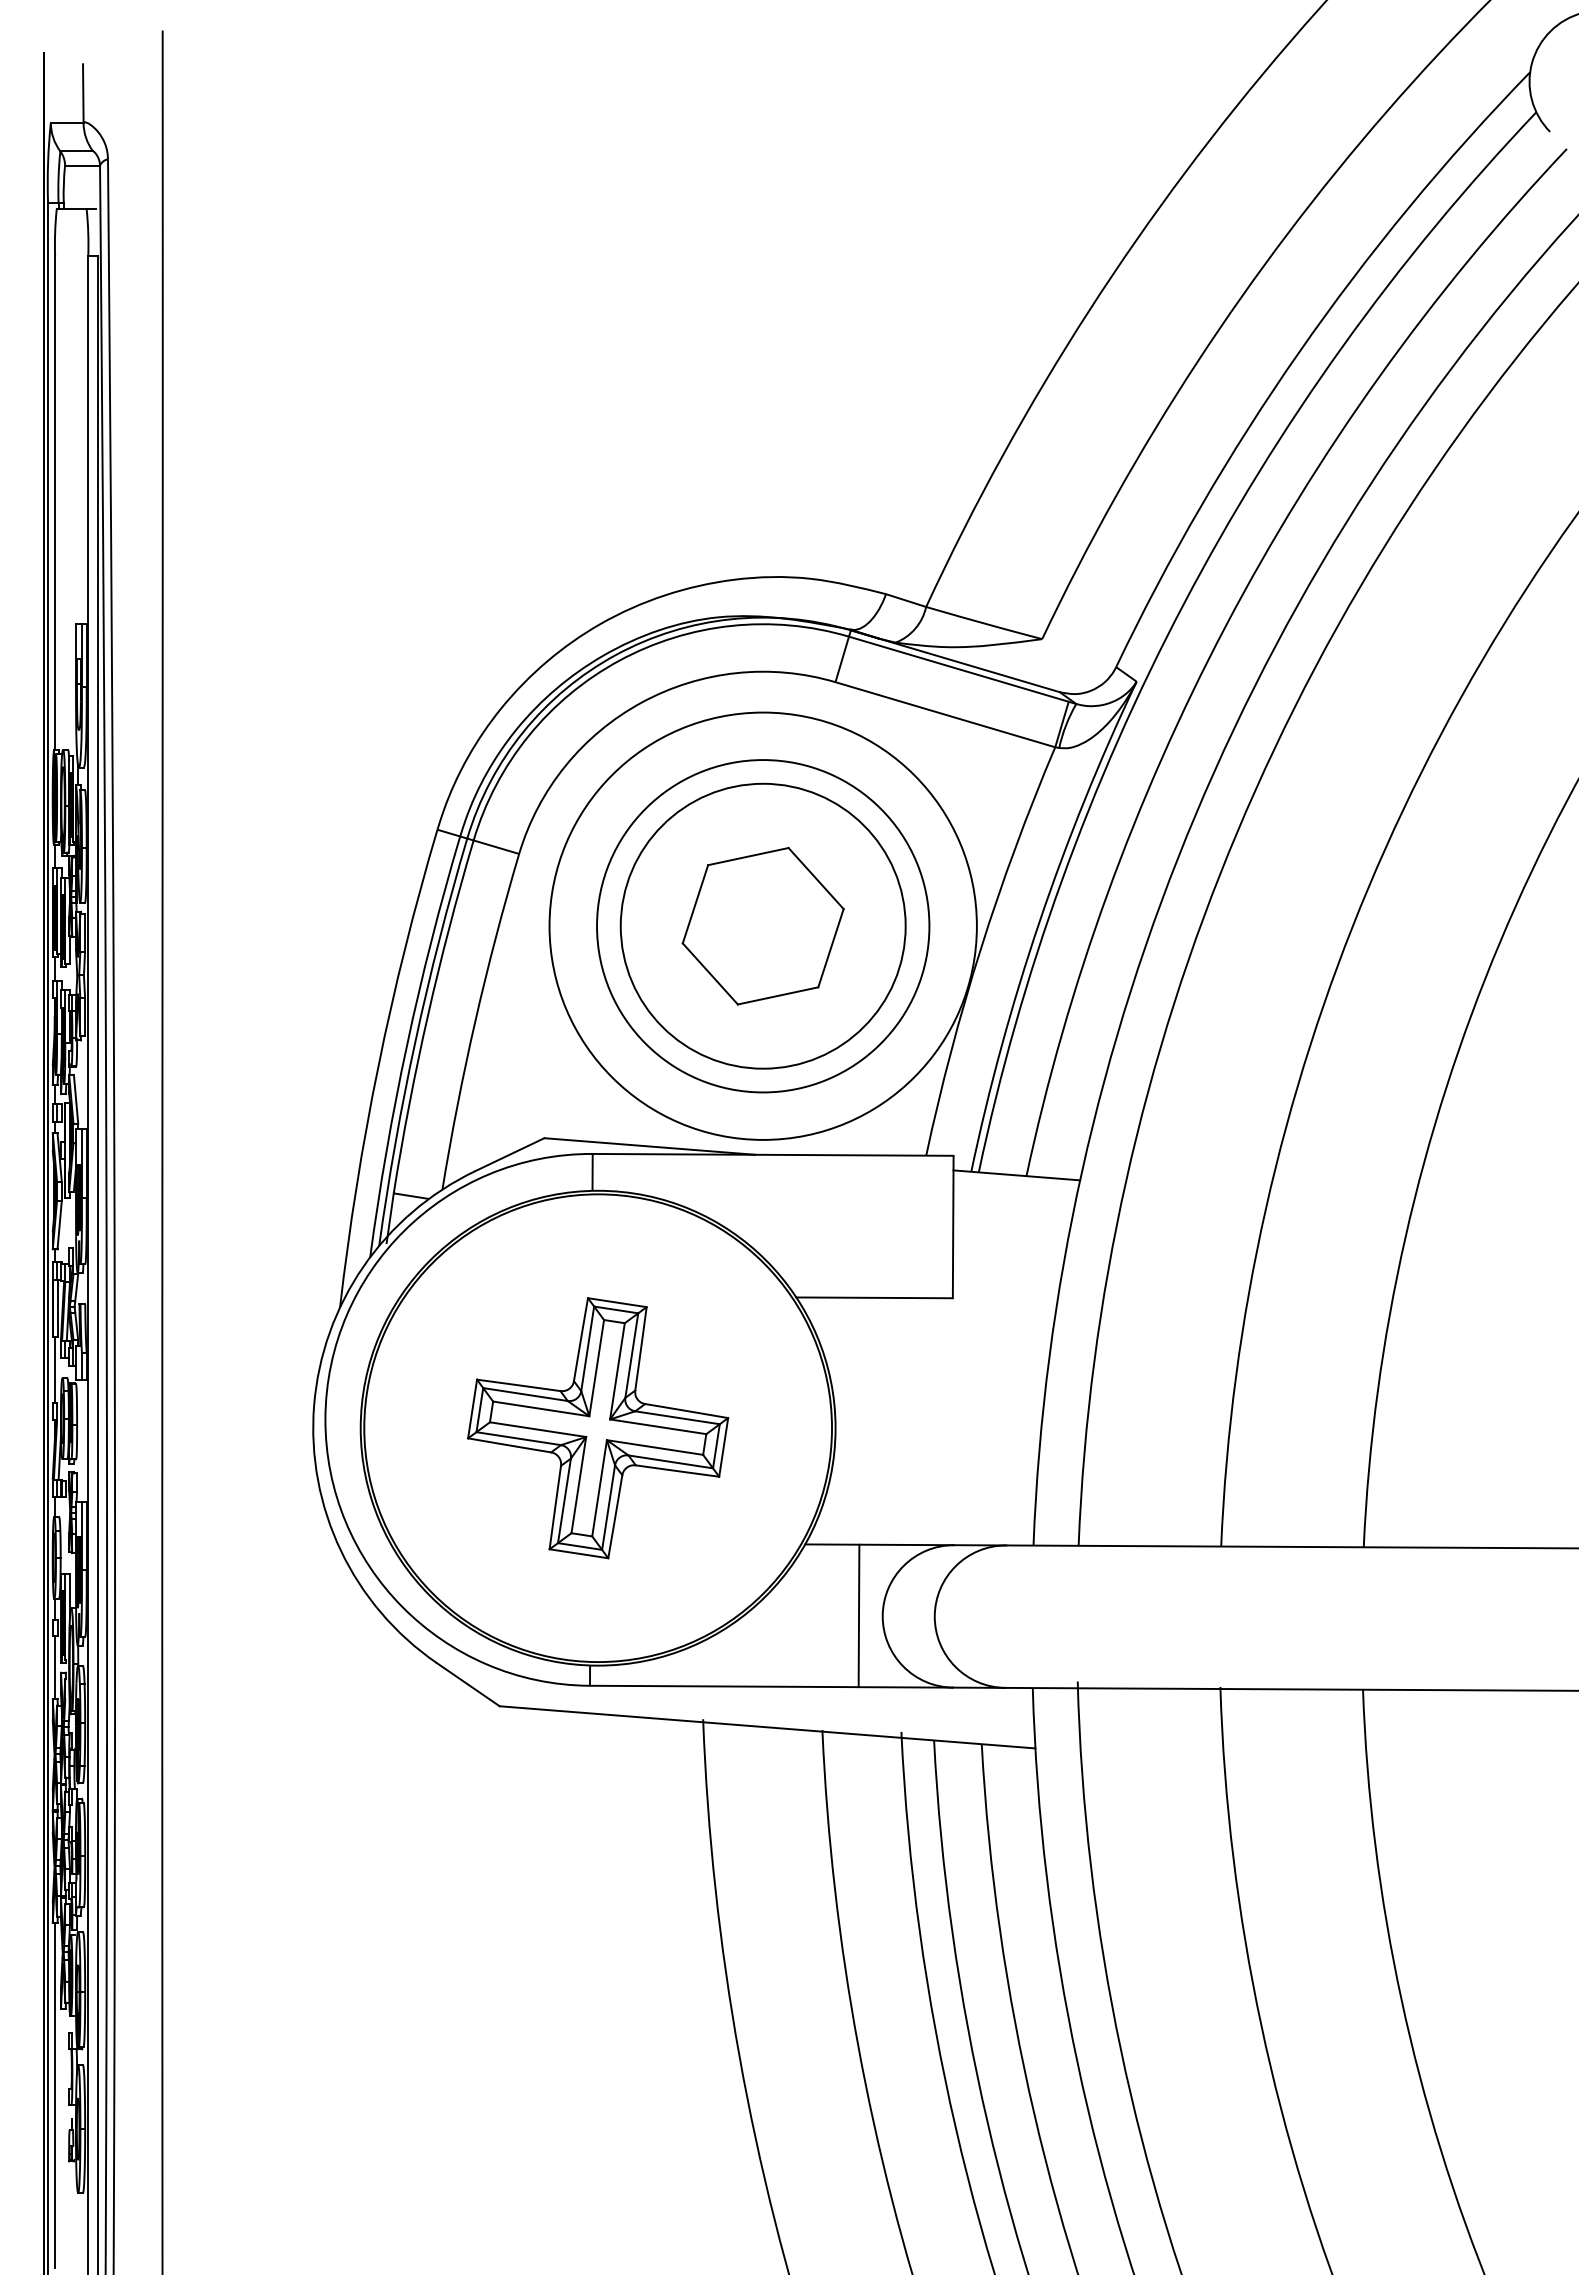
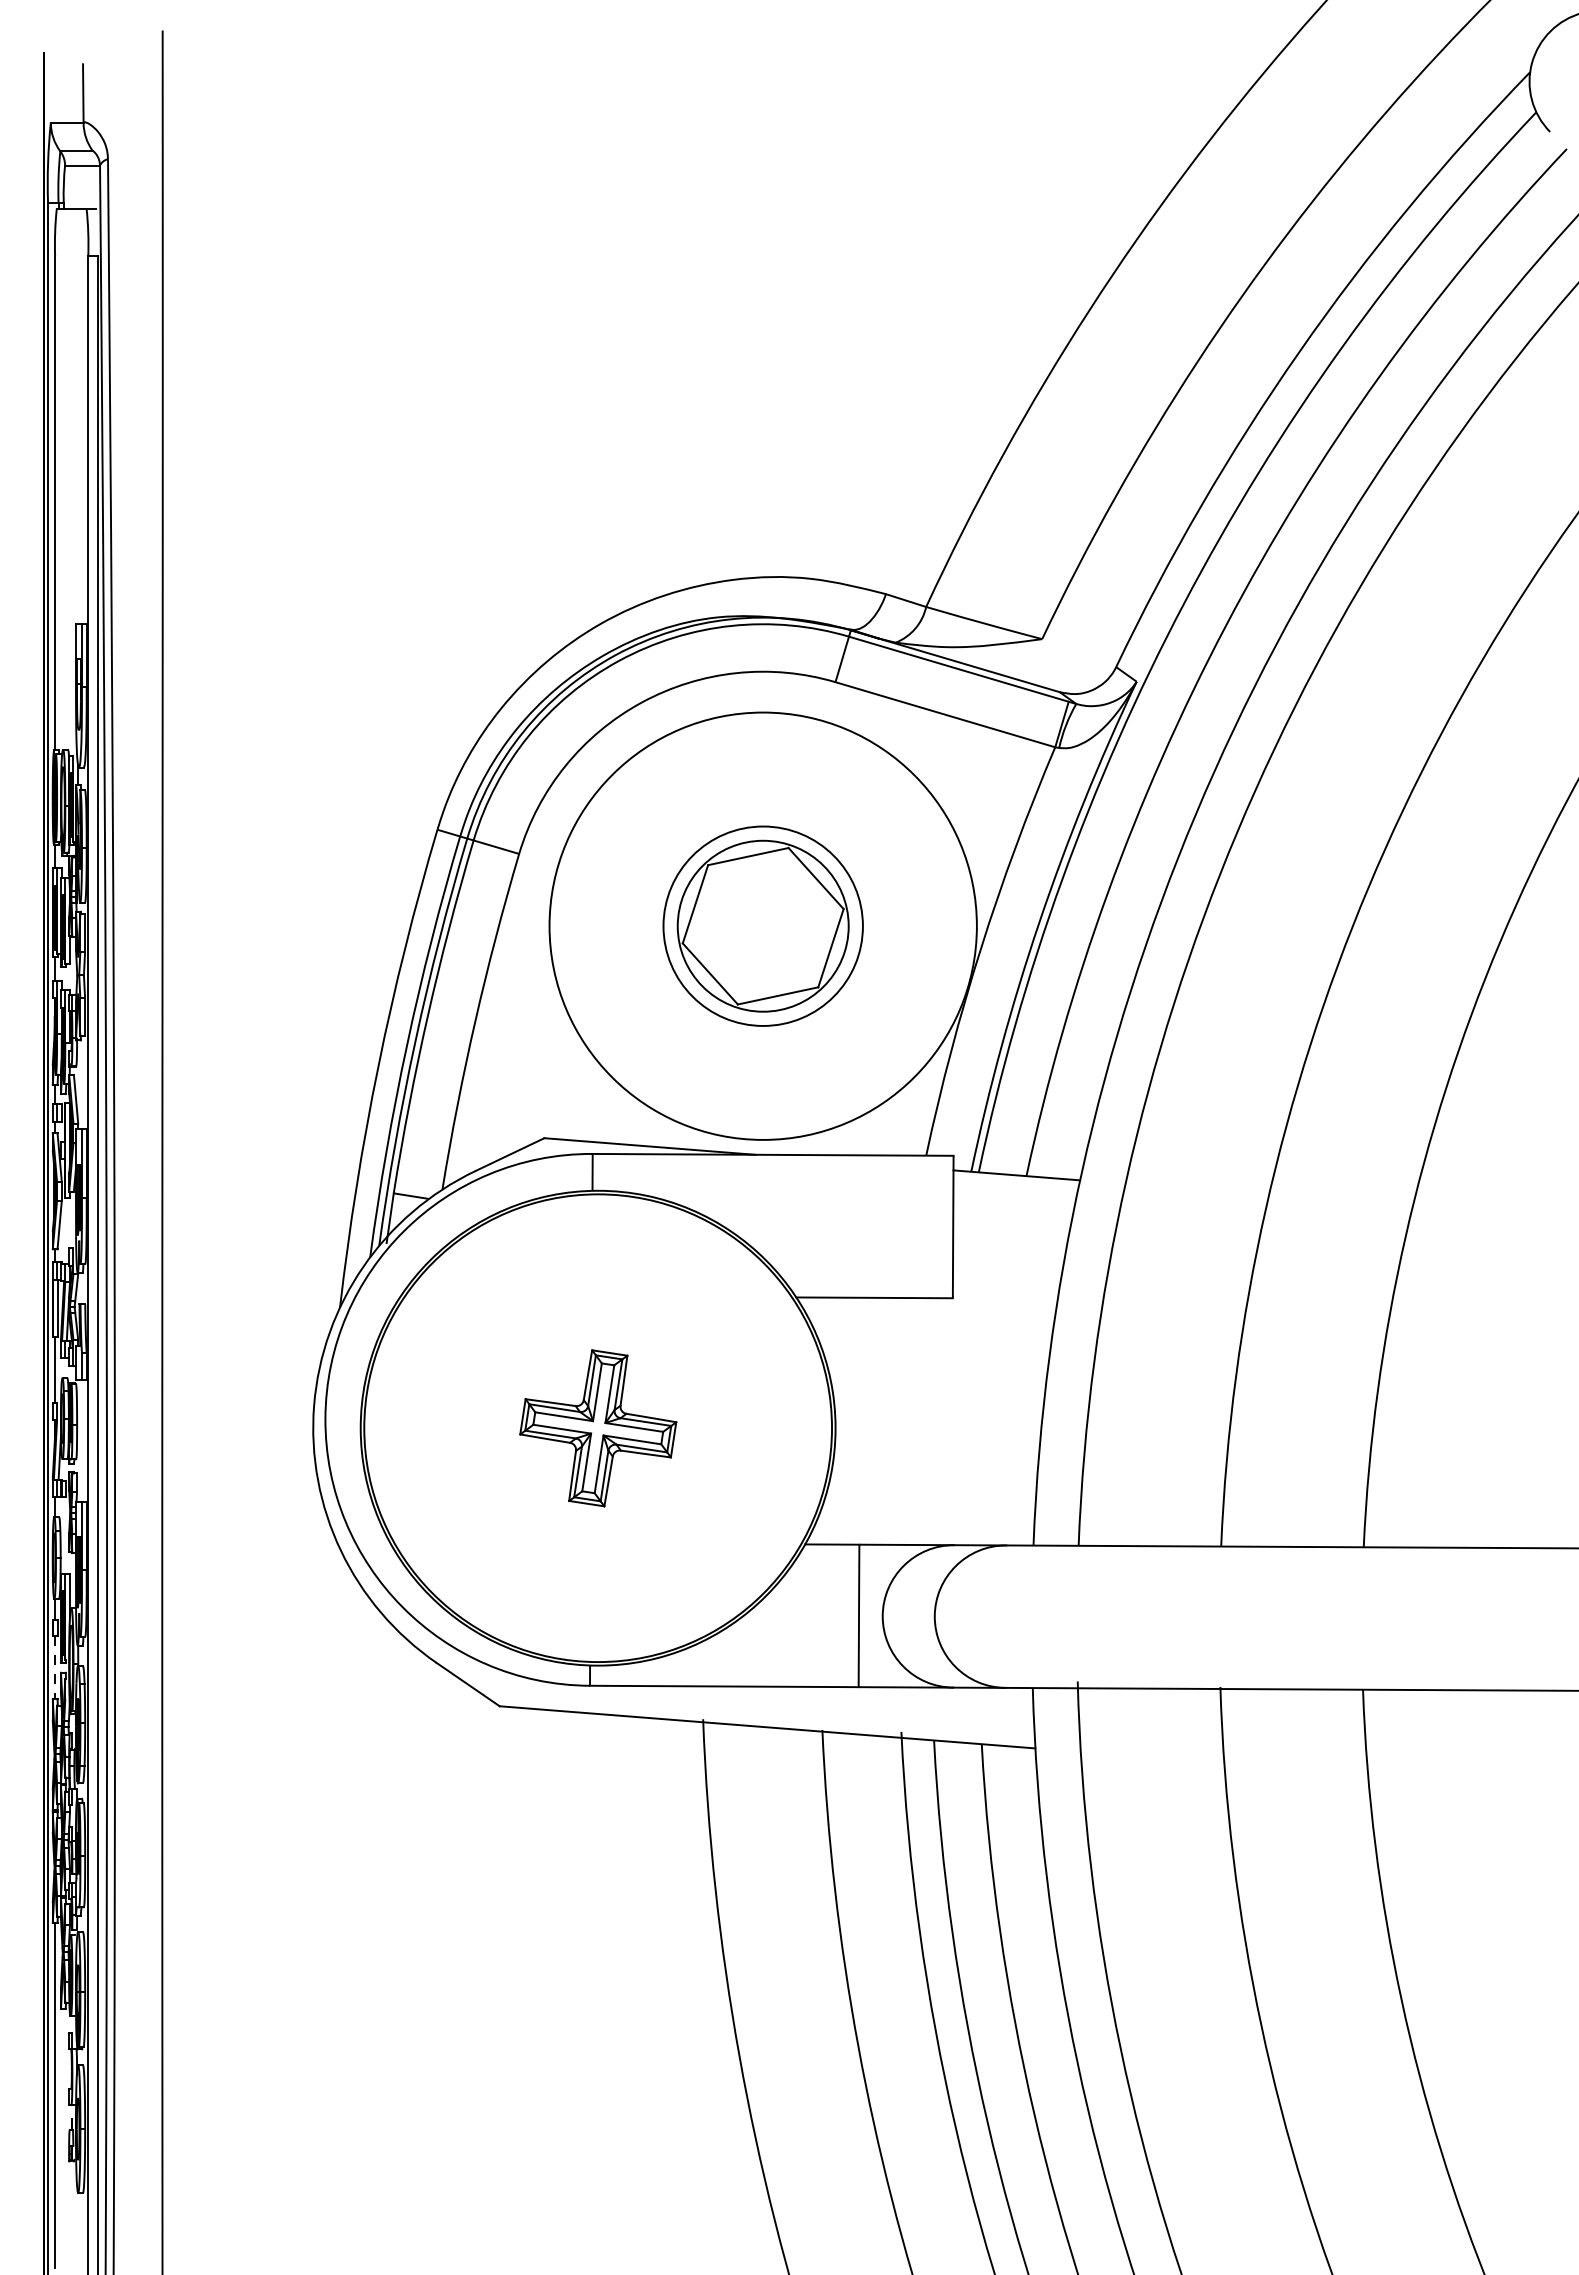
circle at (762, 925) diameter: 285 px -> 171 px
circle at (763, 926) diameter: 332 px -> 199 px
part at (598, 1428) size: 263x263 px -> 159x159 px
line at (55, 1667): solid -> dashed
